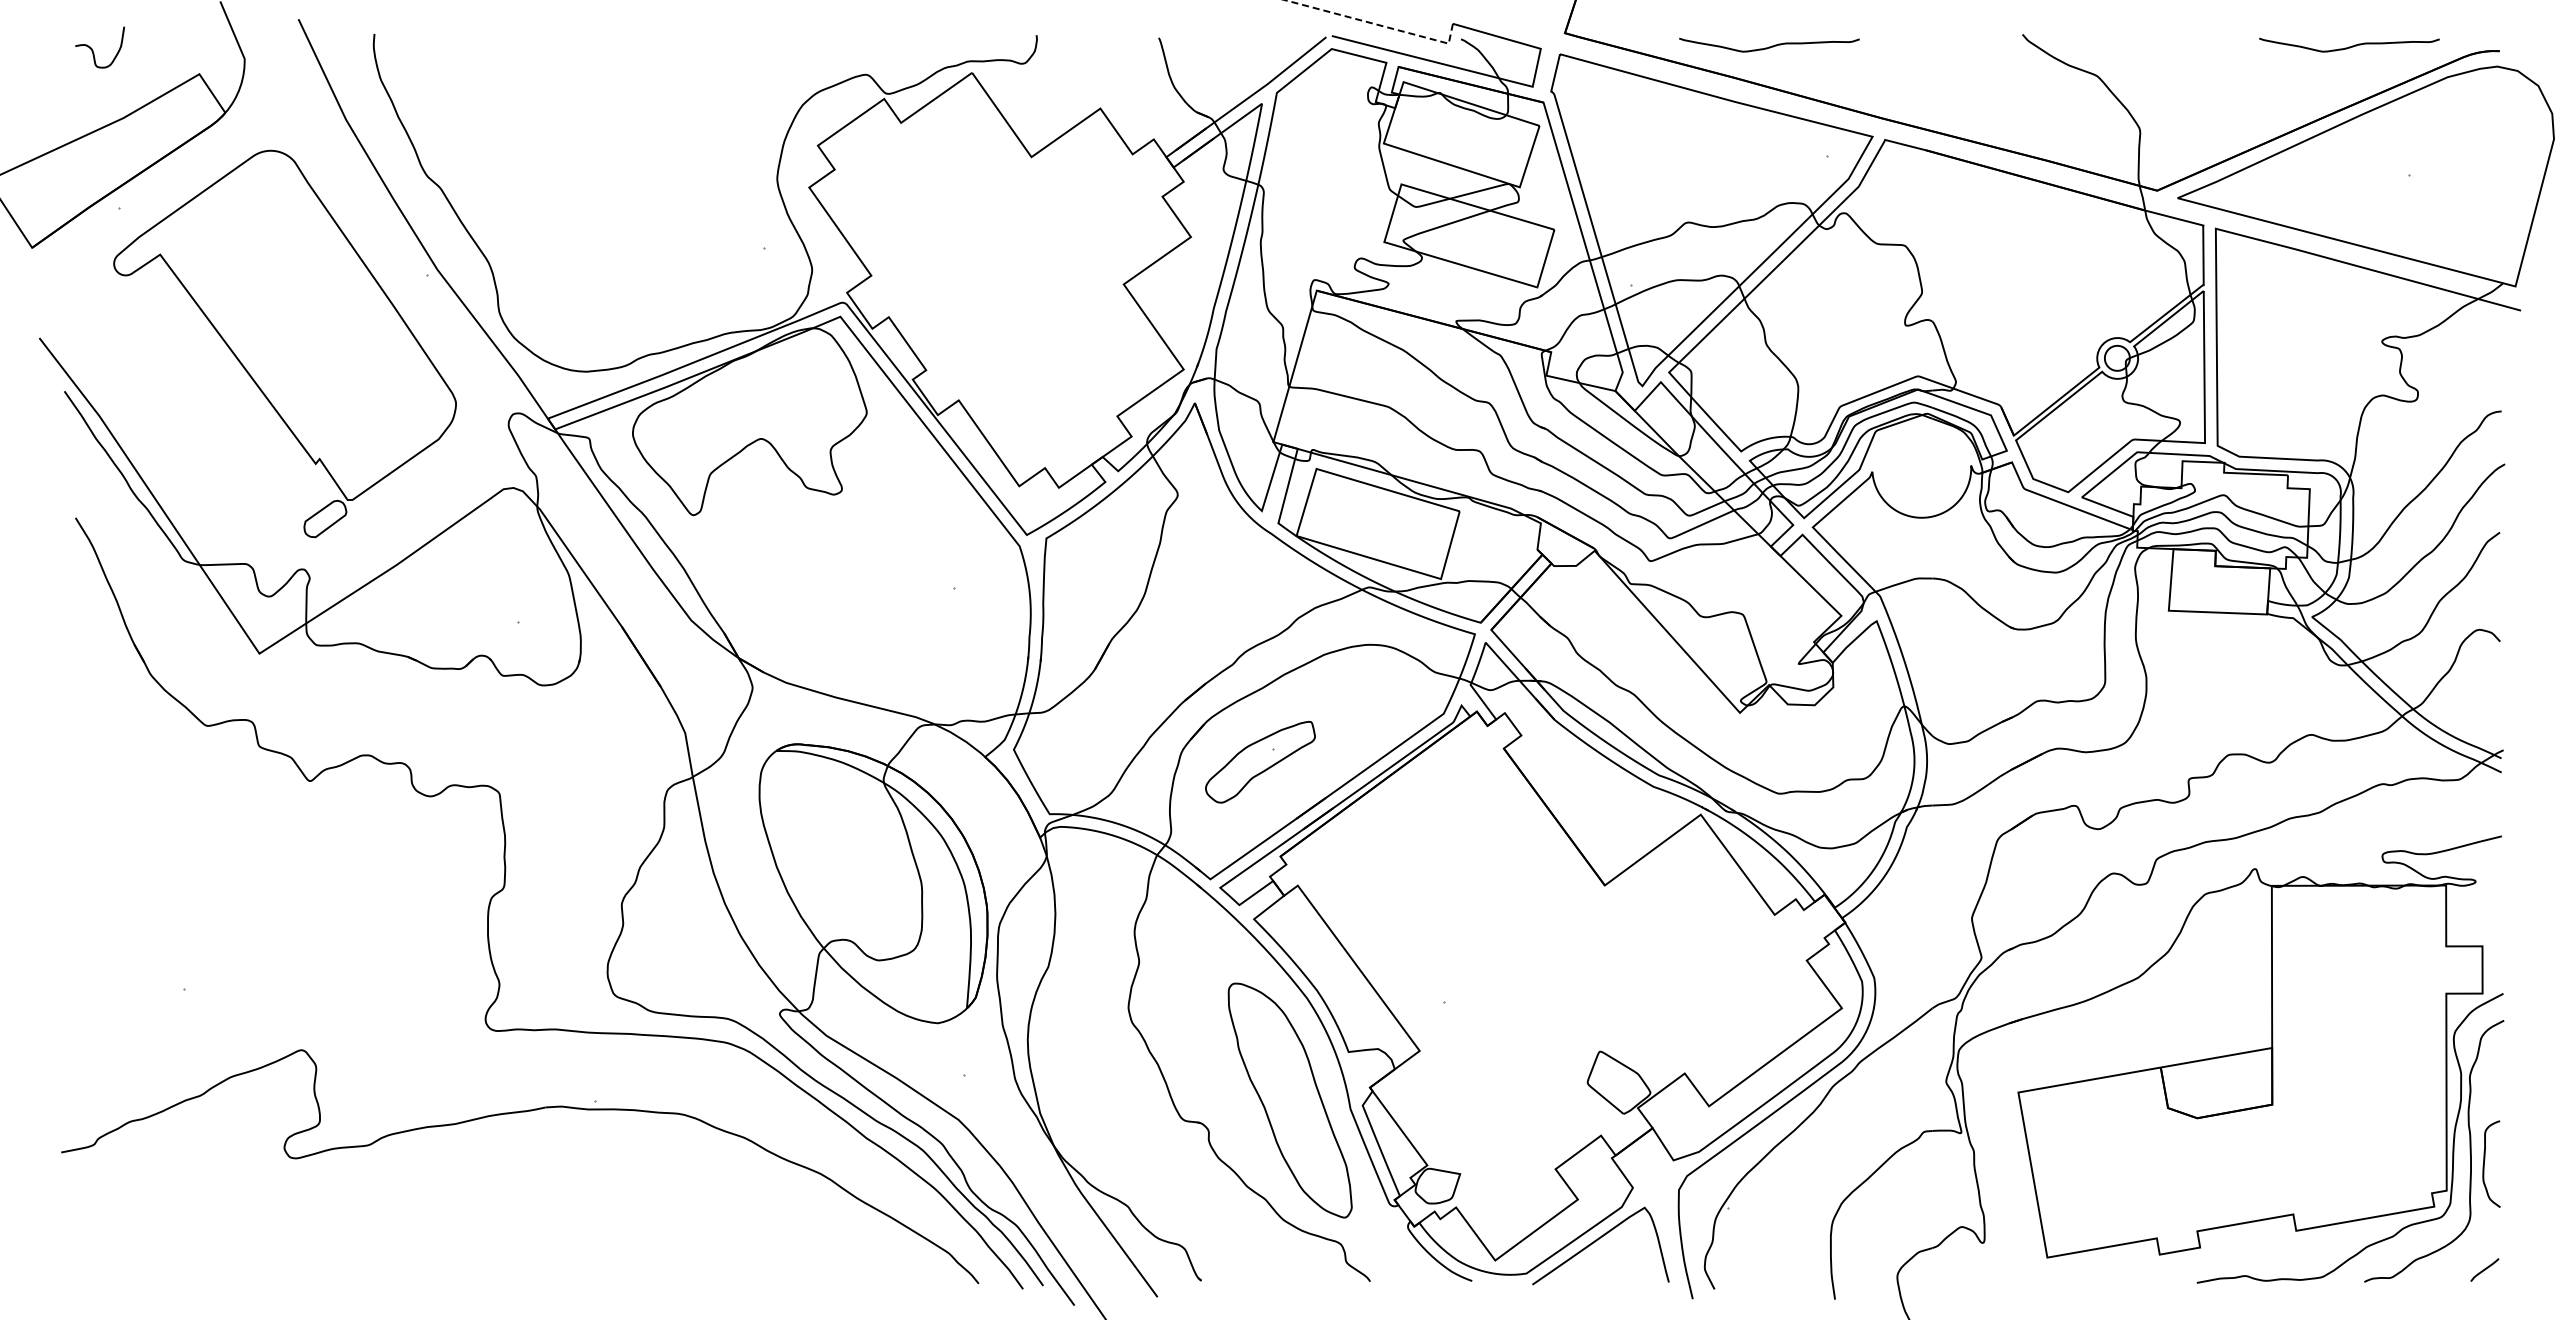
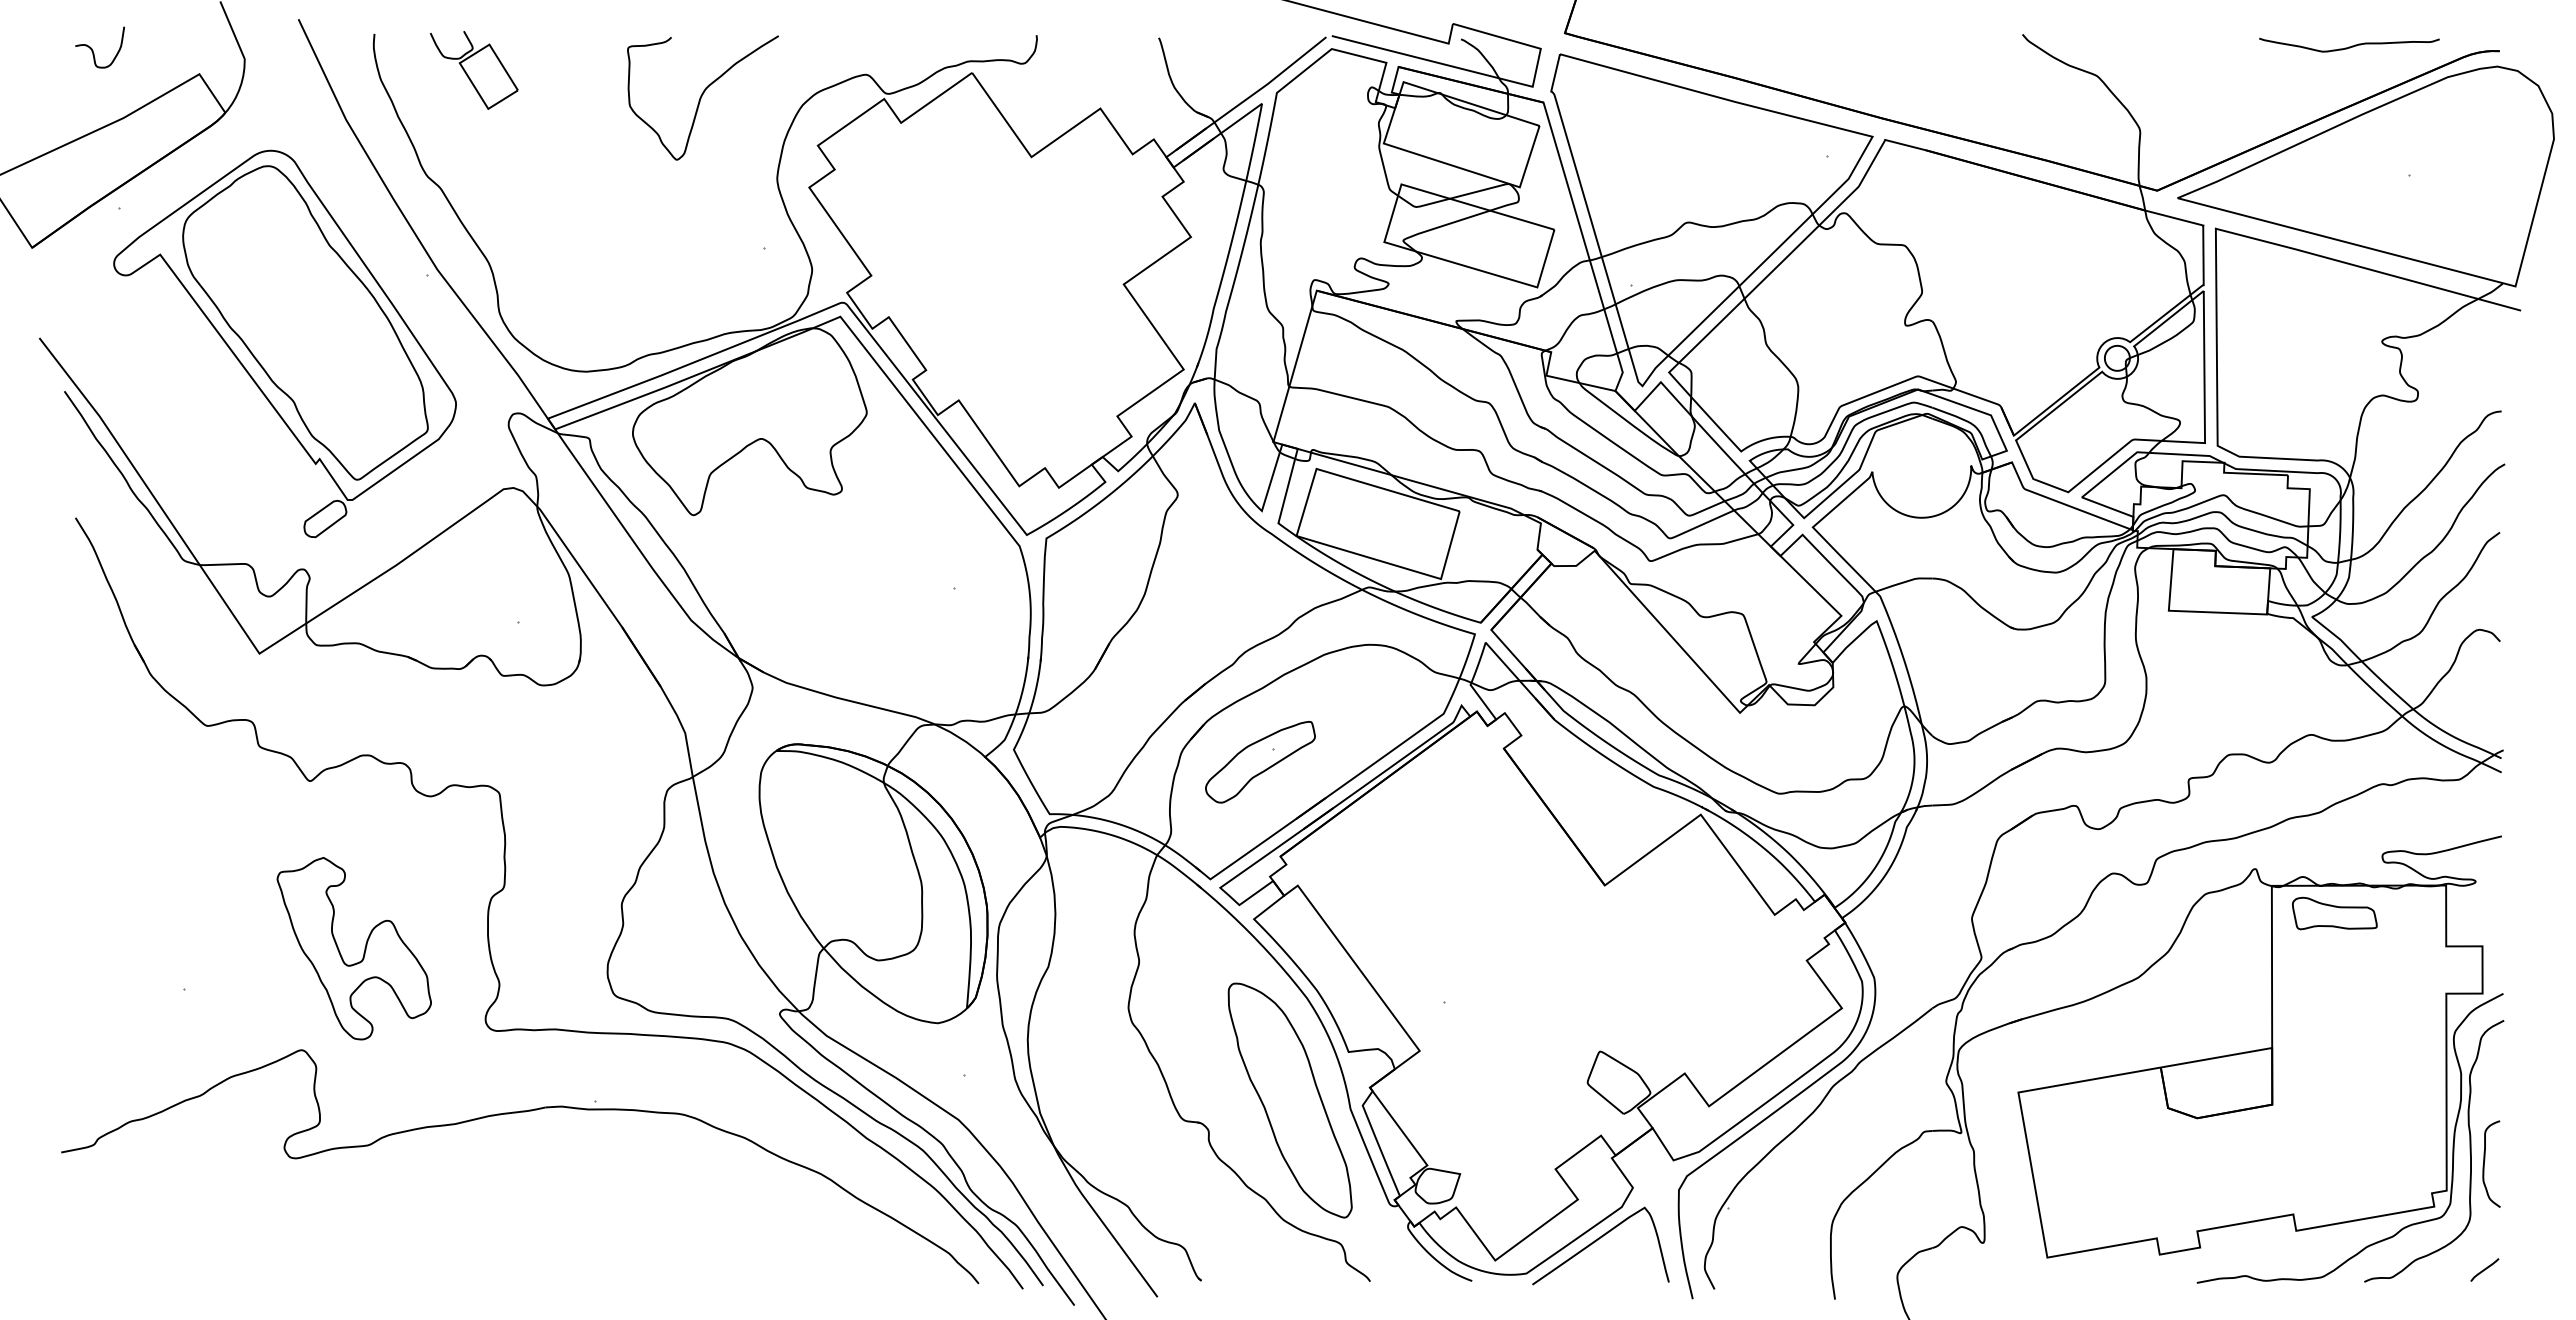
line at (1377, 24): dashed -> solid
curve at (1769, 46): present -> none
part at (473, 70): none -> present
curve at (702, 96): none -> present
part at (305, 322): none -> present
part at (2334, 913): none -> present
part at (363, 952): none -> present
